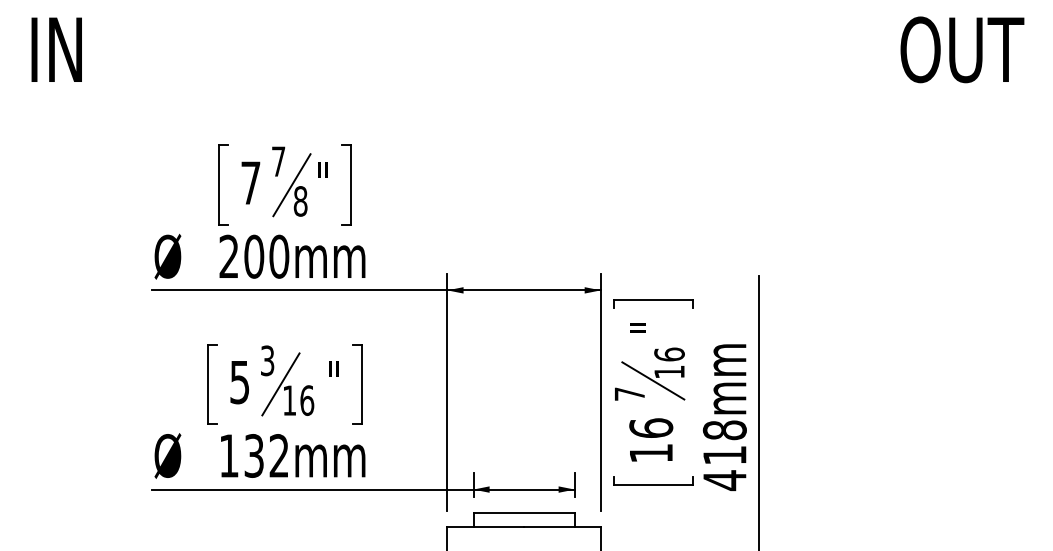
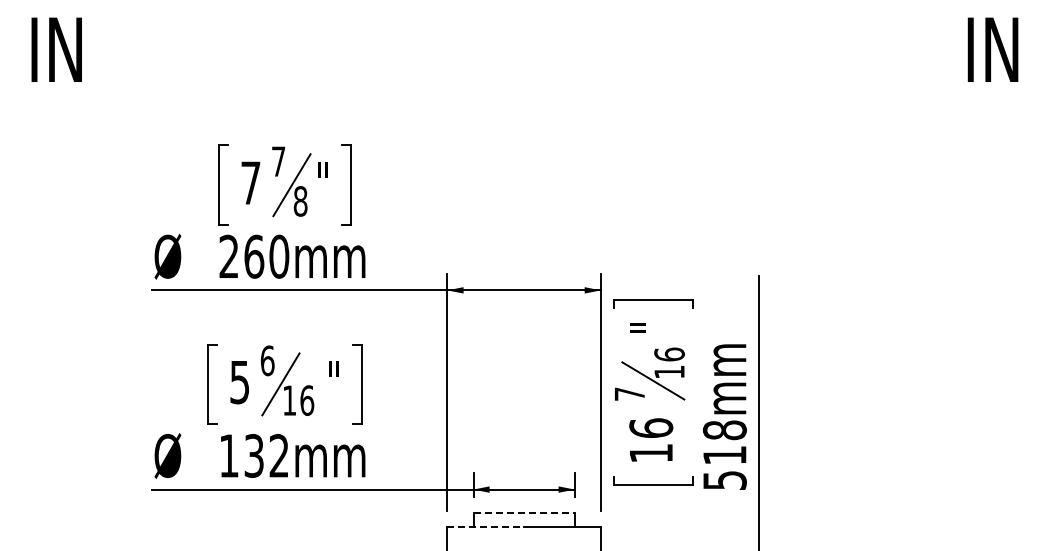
text at (962, 49): OUT -> IN
text at (254, 256): 200mm -> 260mm
text at (267, 360): 3 -> 6
text at (724, 480): 418mm -> 518mm
line at (524, 512): solid -> dashed
line at (486, 527): solid -> dashed
